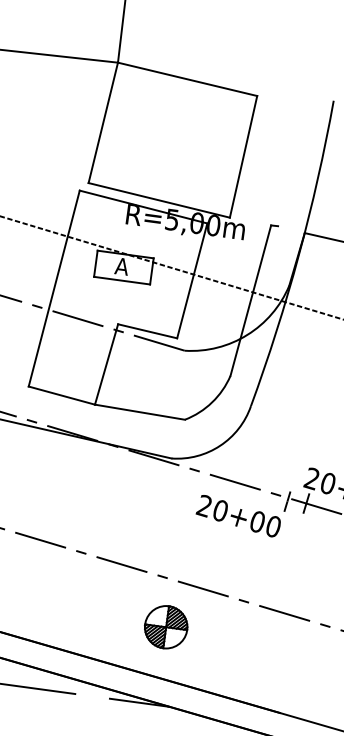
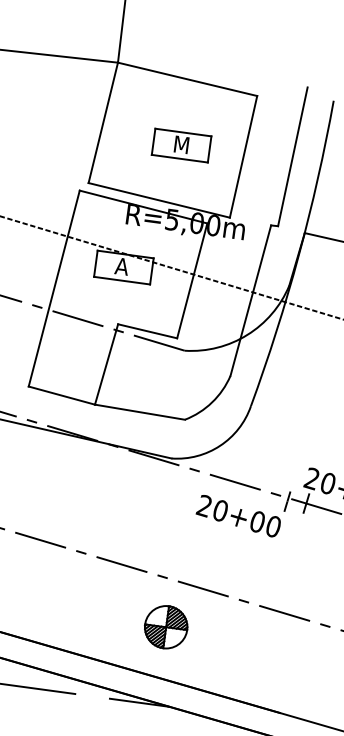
part at (181, 145): none -> present
line at (292, 156): none -> present
